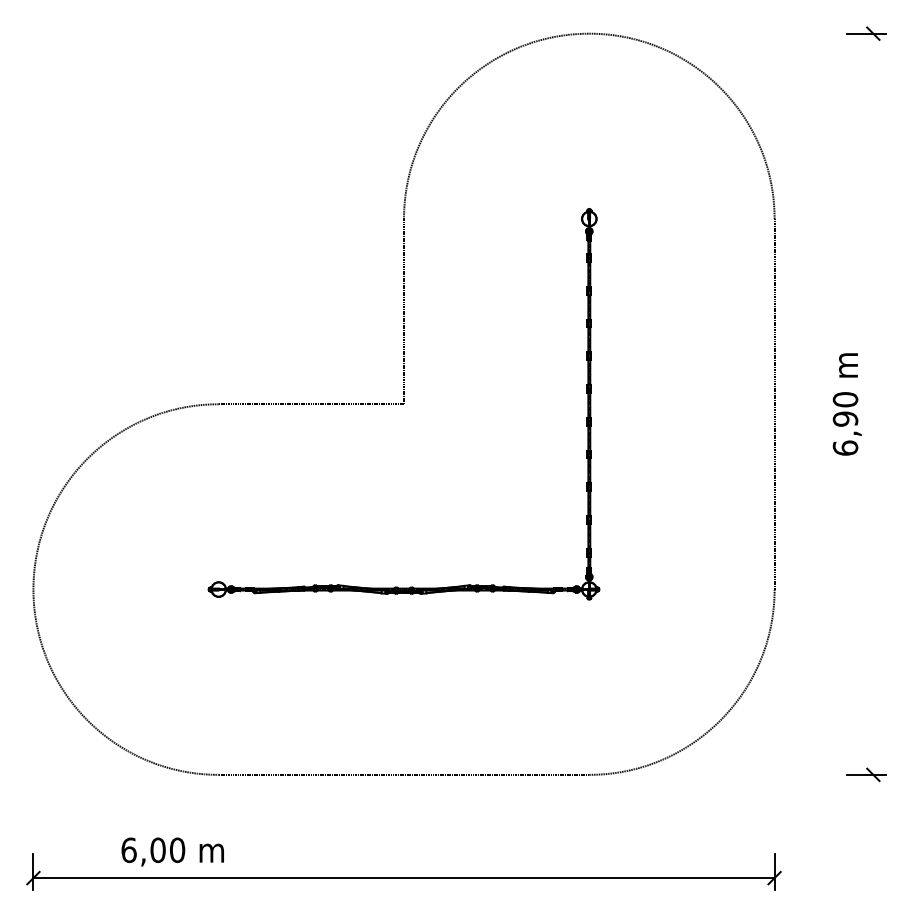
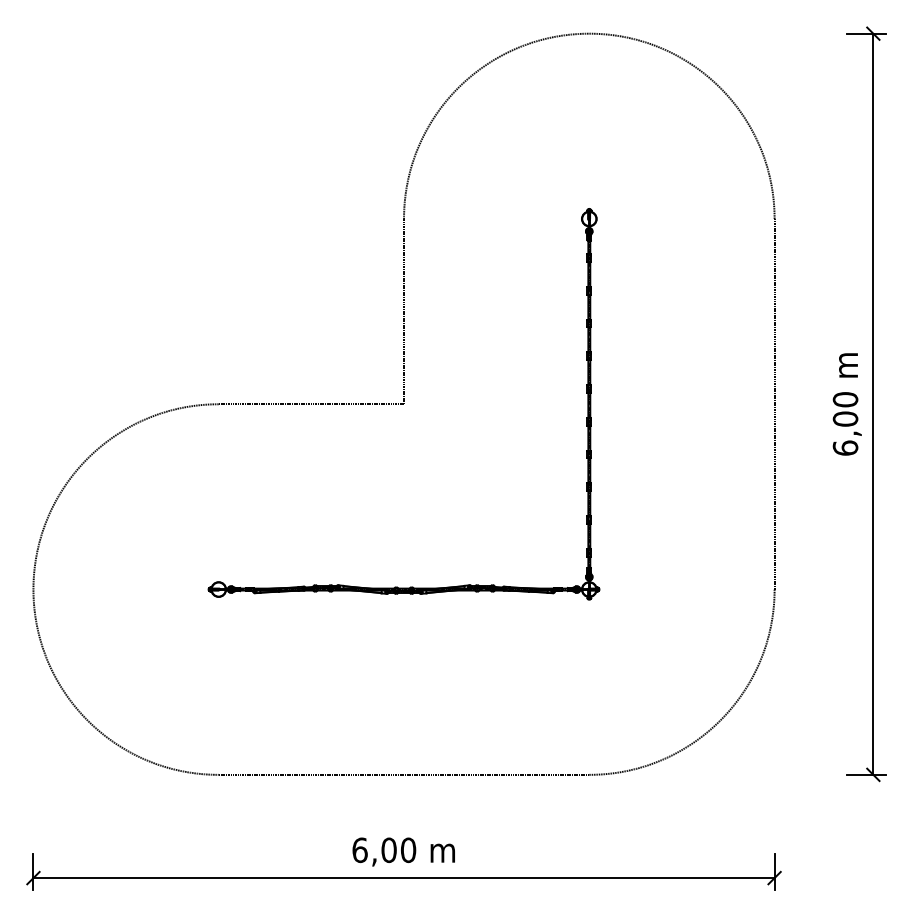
line at (873, 403): none -> present
text at (845, 418): 6,90 -> 6,00
text at (172, 851) position: (172, 851) -> (403, 851)
